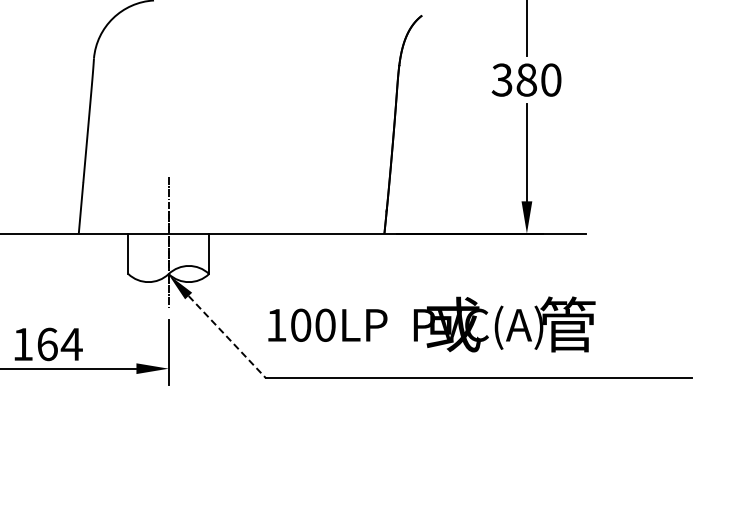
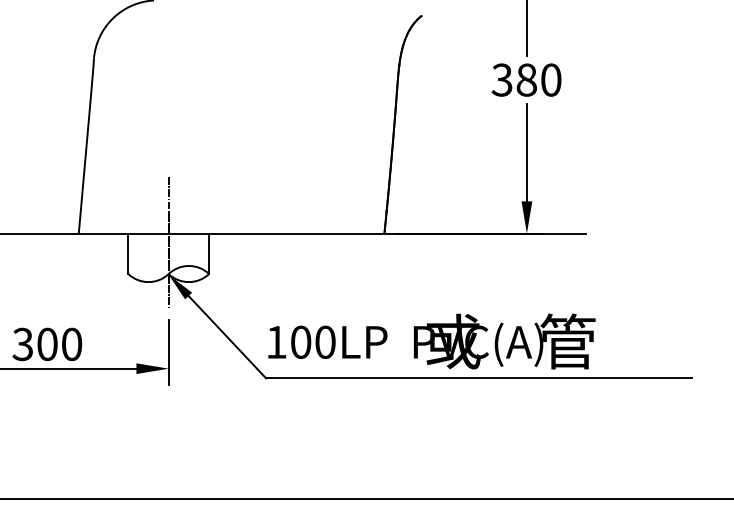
text at (431, 324) position: (431, 324) -> (431, 341)
line at (227, 337): dashed -> solid
text at (47, 344): 164 -> 300
line at (366, 499): none -> present
